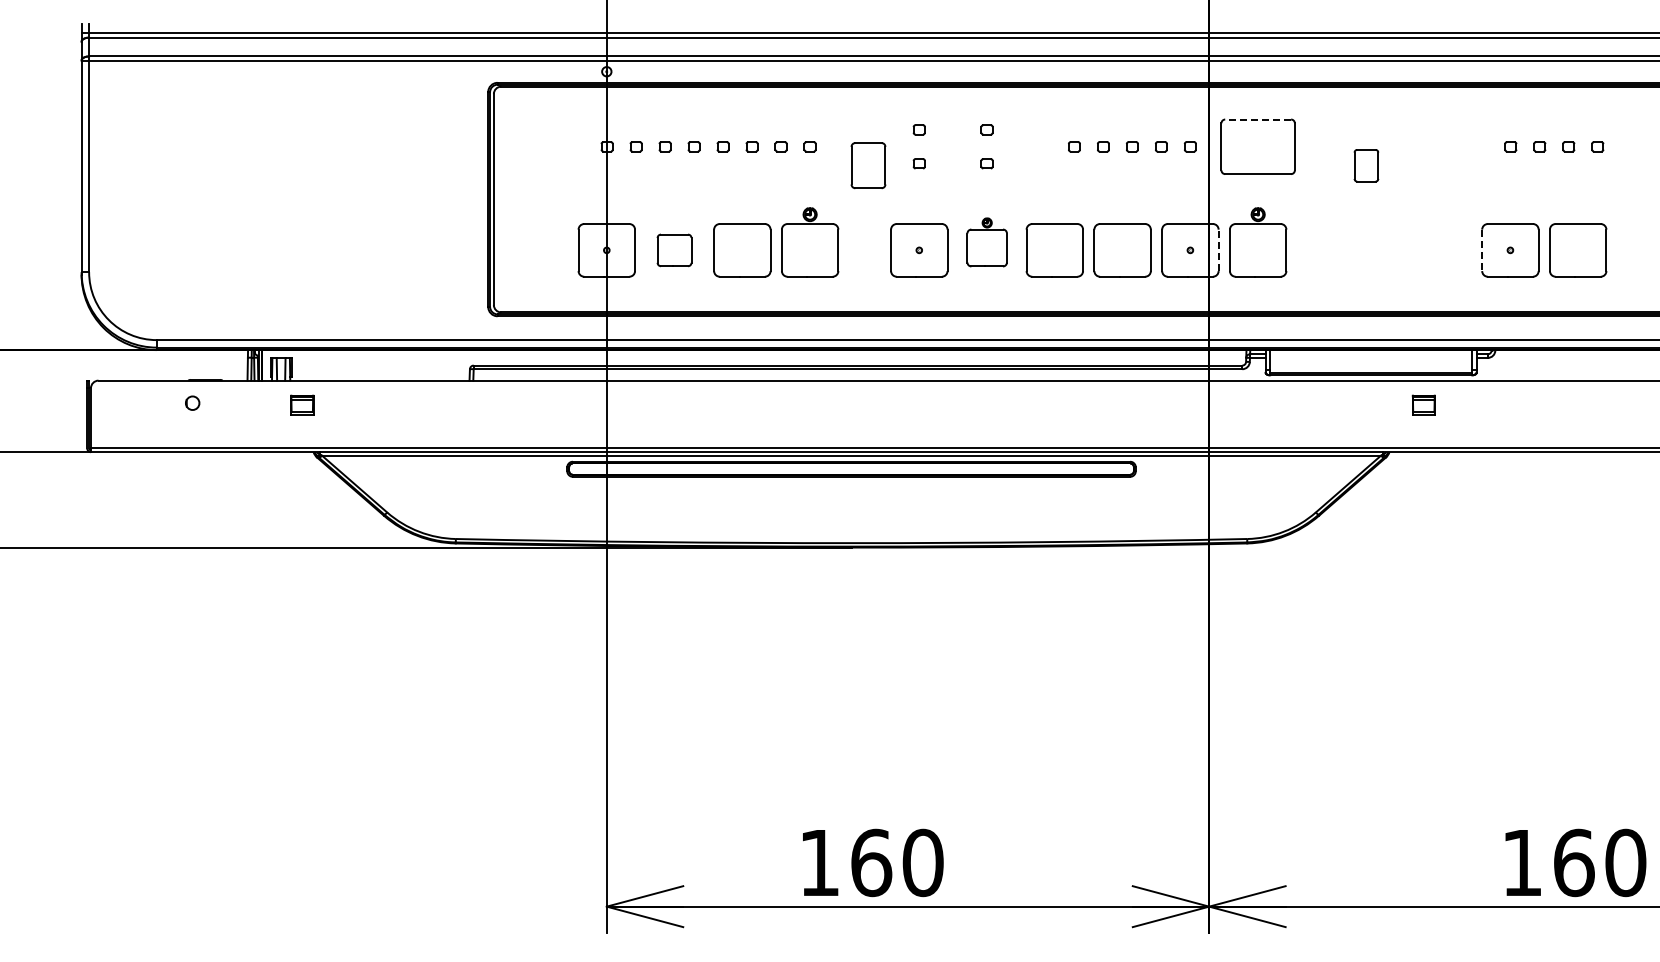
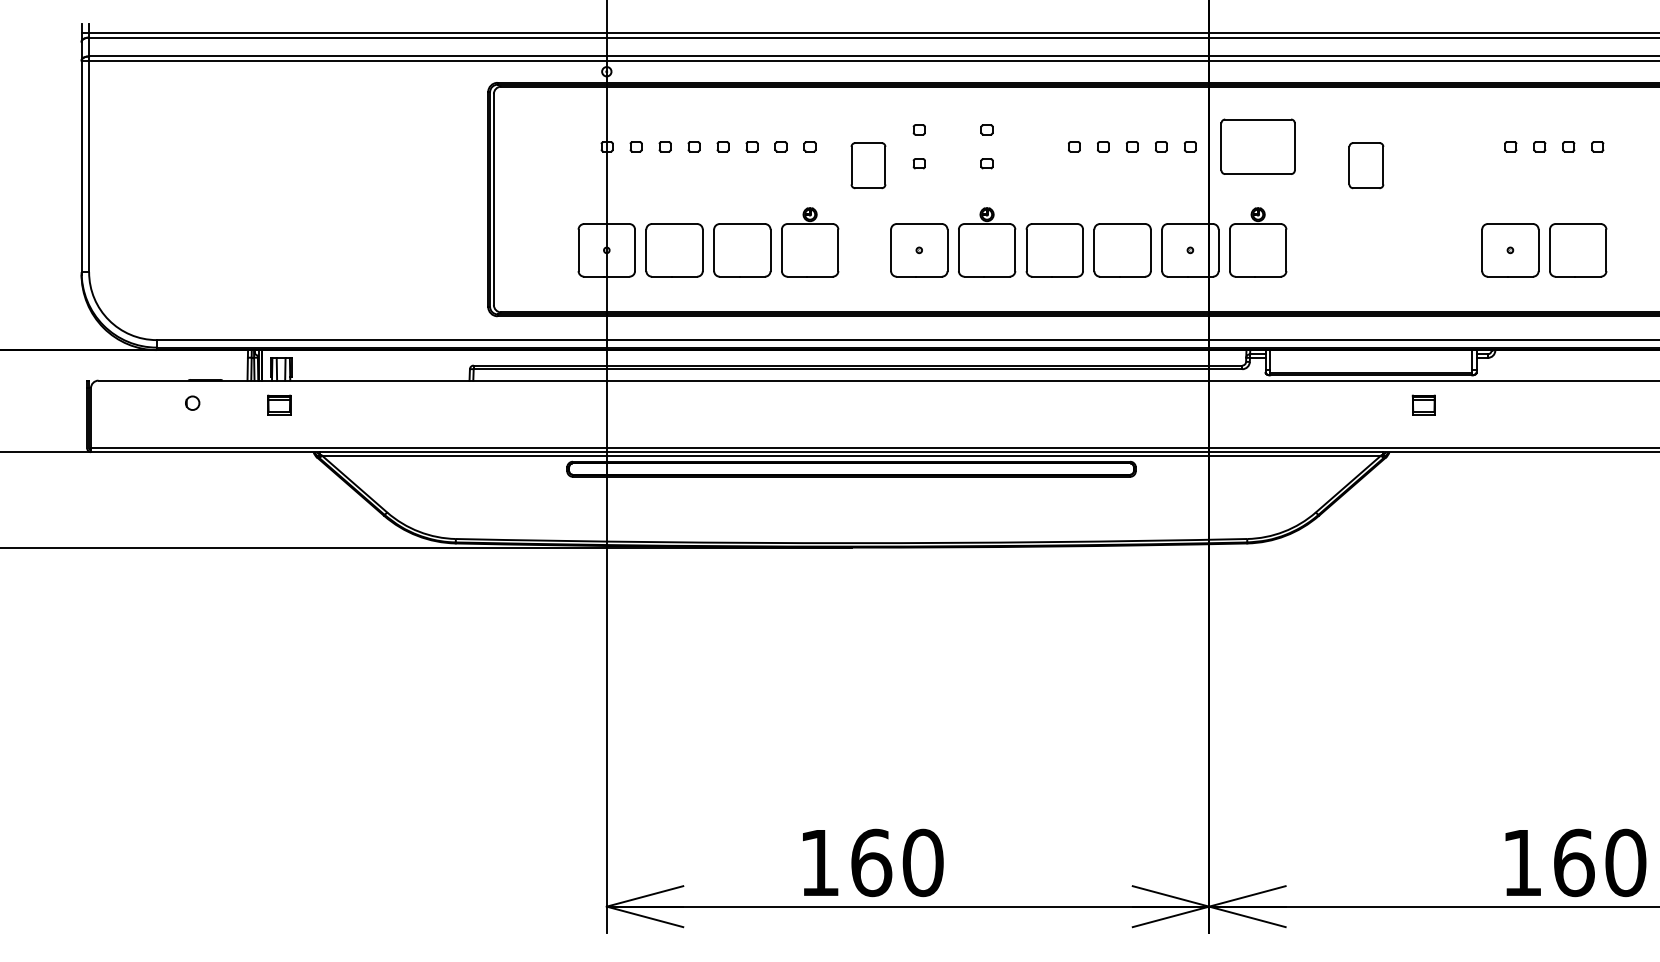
line at (1258, 119): dashed -> solid
part at (1366, 165) size: 27x34 px -> 37x48 px
part at (986, 242) size: 42x51 px -> 59x71 px
part at (674, 250) size: 37x35 px -> 59x55 px
line at (1218, 250): dashed -> solid
line at (1482, 250): dashed -> solid
part at (302, 404) position: (302, 404) -> (279, 404)
